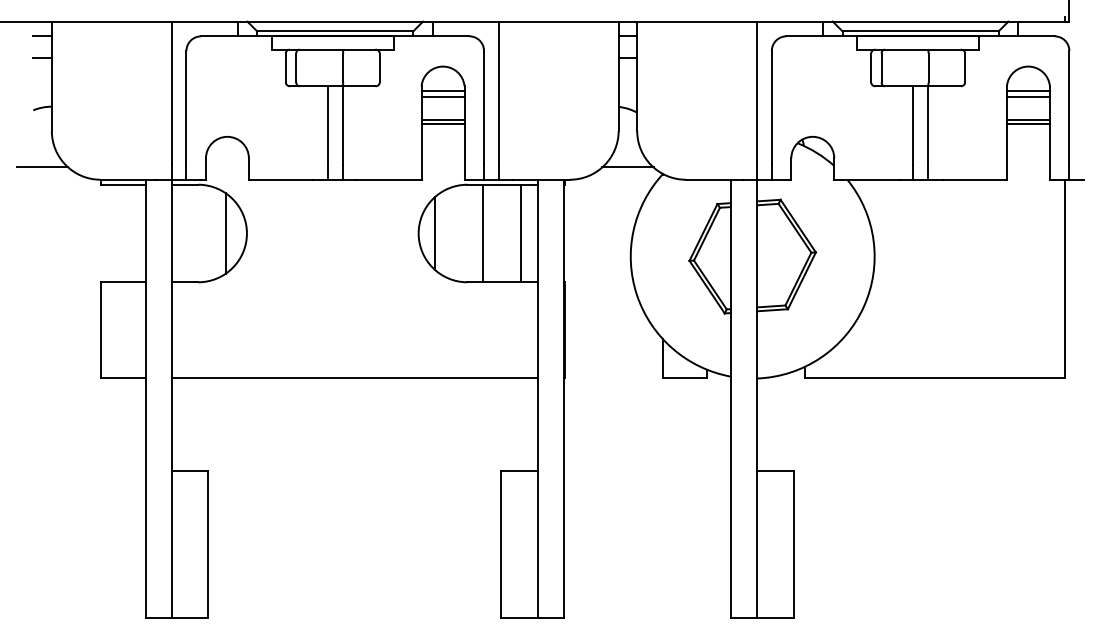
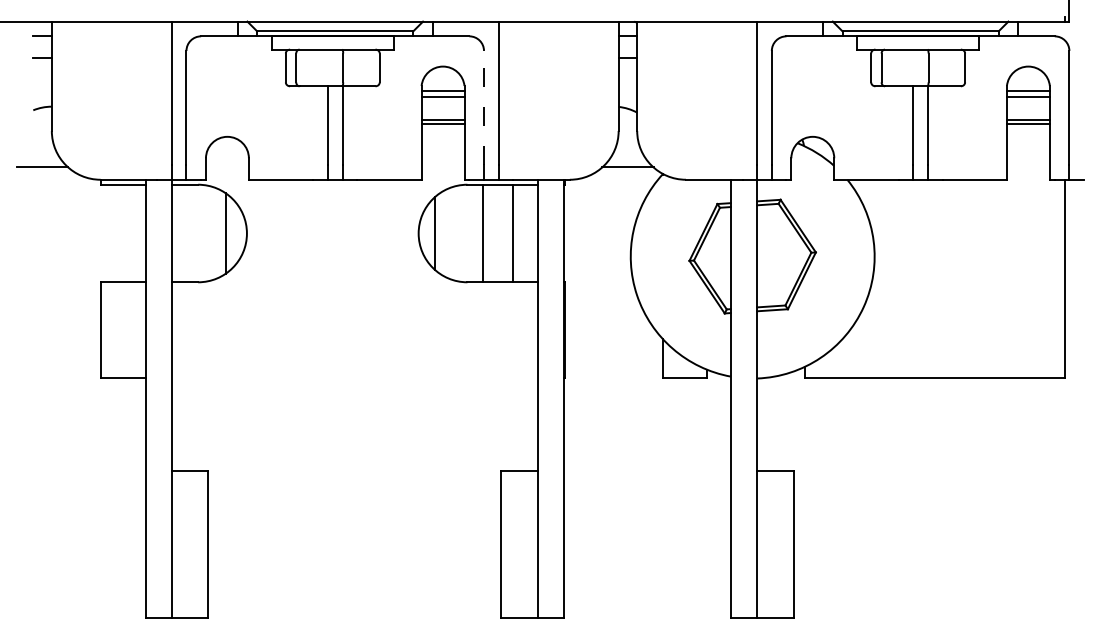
line at (484, 107): solid -> dashed
line at (520, 233) position: (520, 233) -> (512, 233)
line at (354, 377): present -> none
